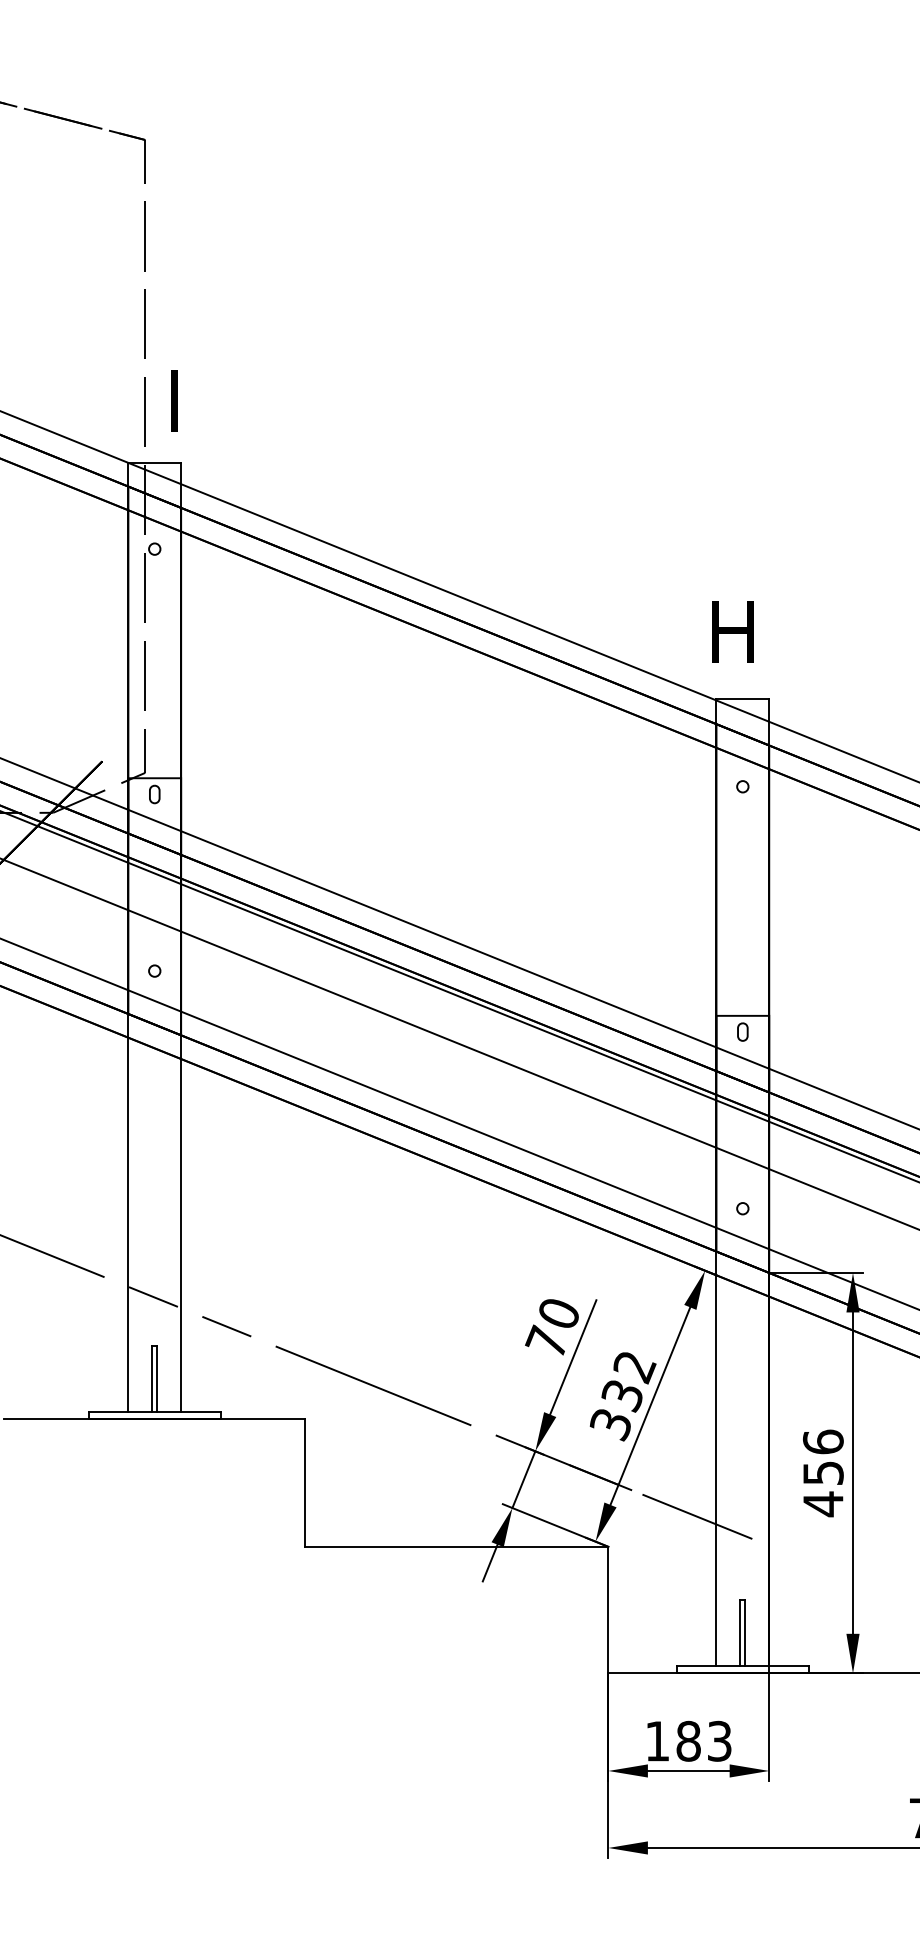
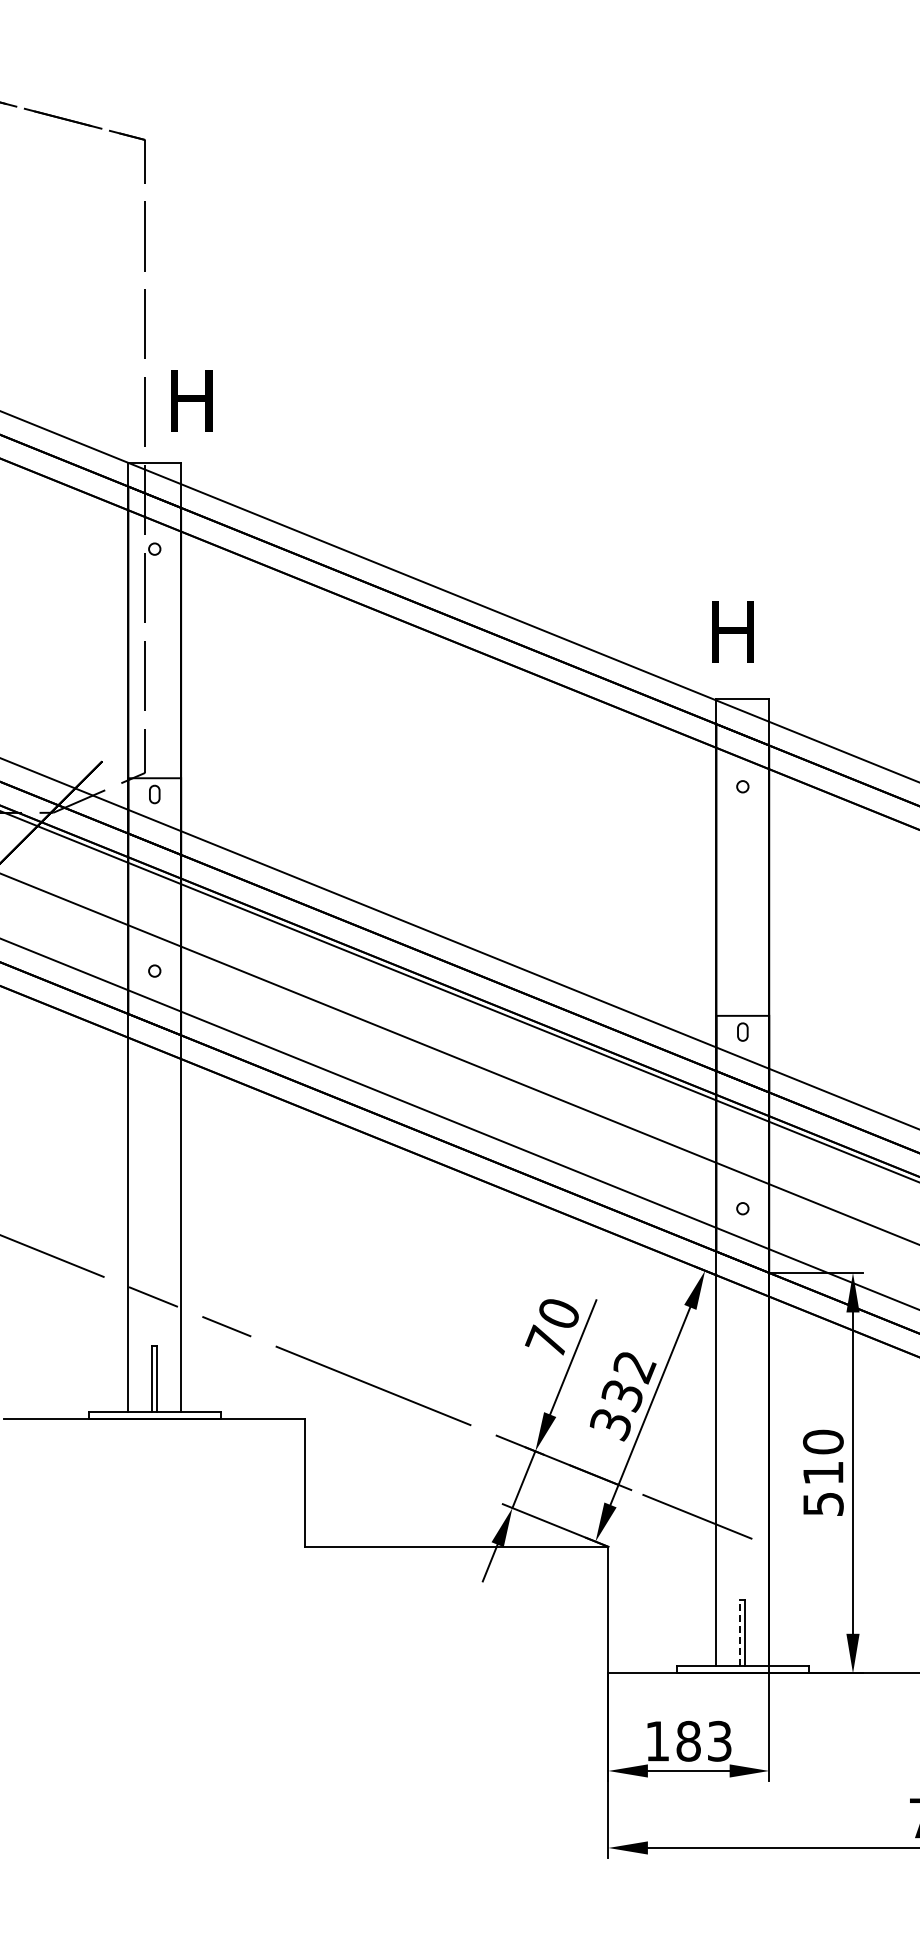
text at (195, 400): I -> H
line at (459, 1043) position: (459, 1043) -> (459, 1058)
text at (823, 1473): 456 -> 510
line at (740, 1633): solid -> dashed
